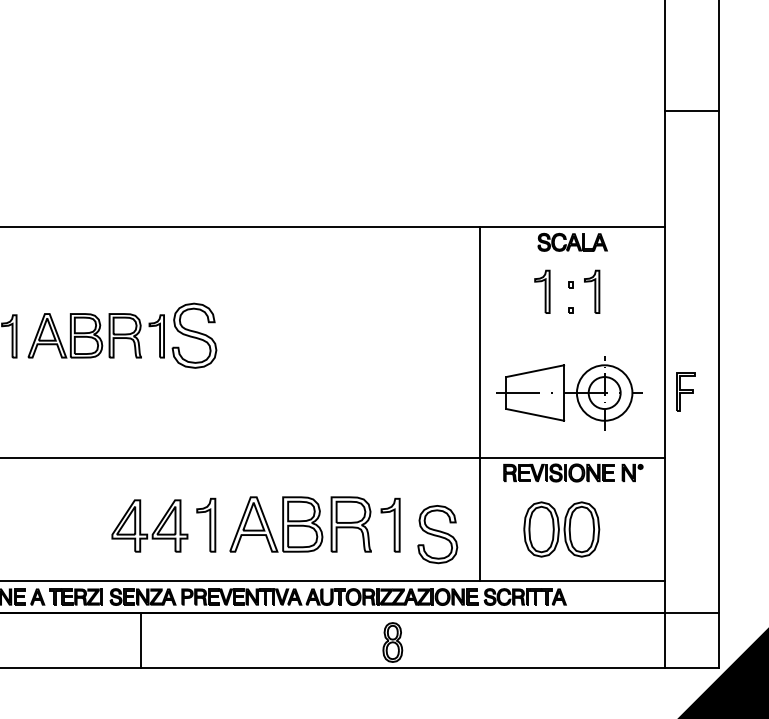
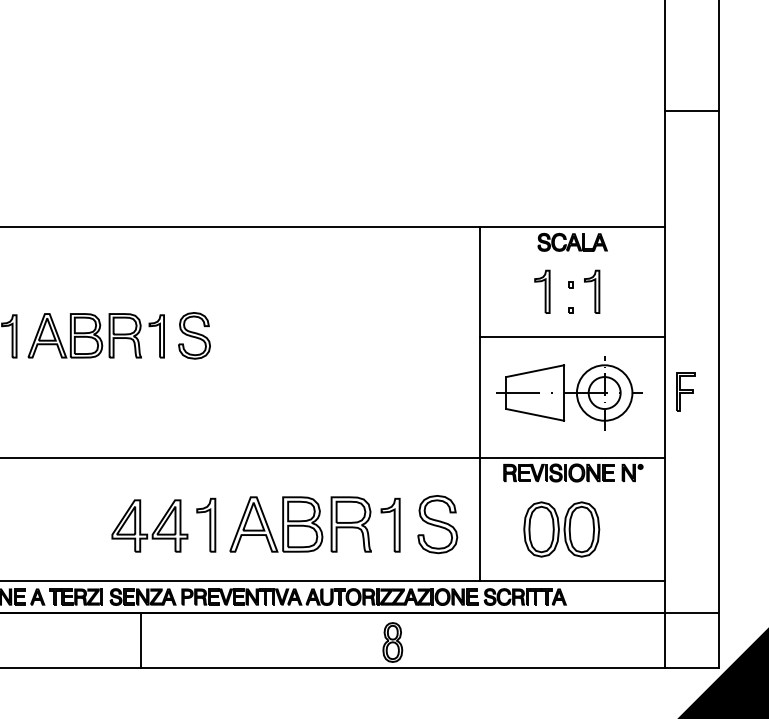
part at (194, 335) size: 47x67 px -> 33x48 px
line at (571, 336): none -> present
part at (437, 534) position: (437, 534) -> (437, 524)
